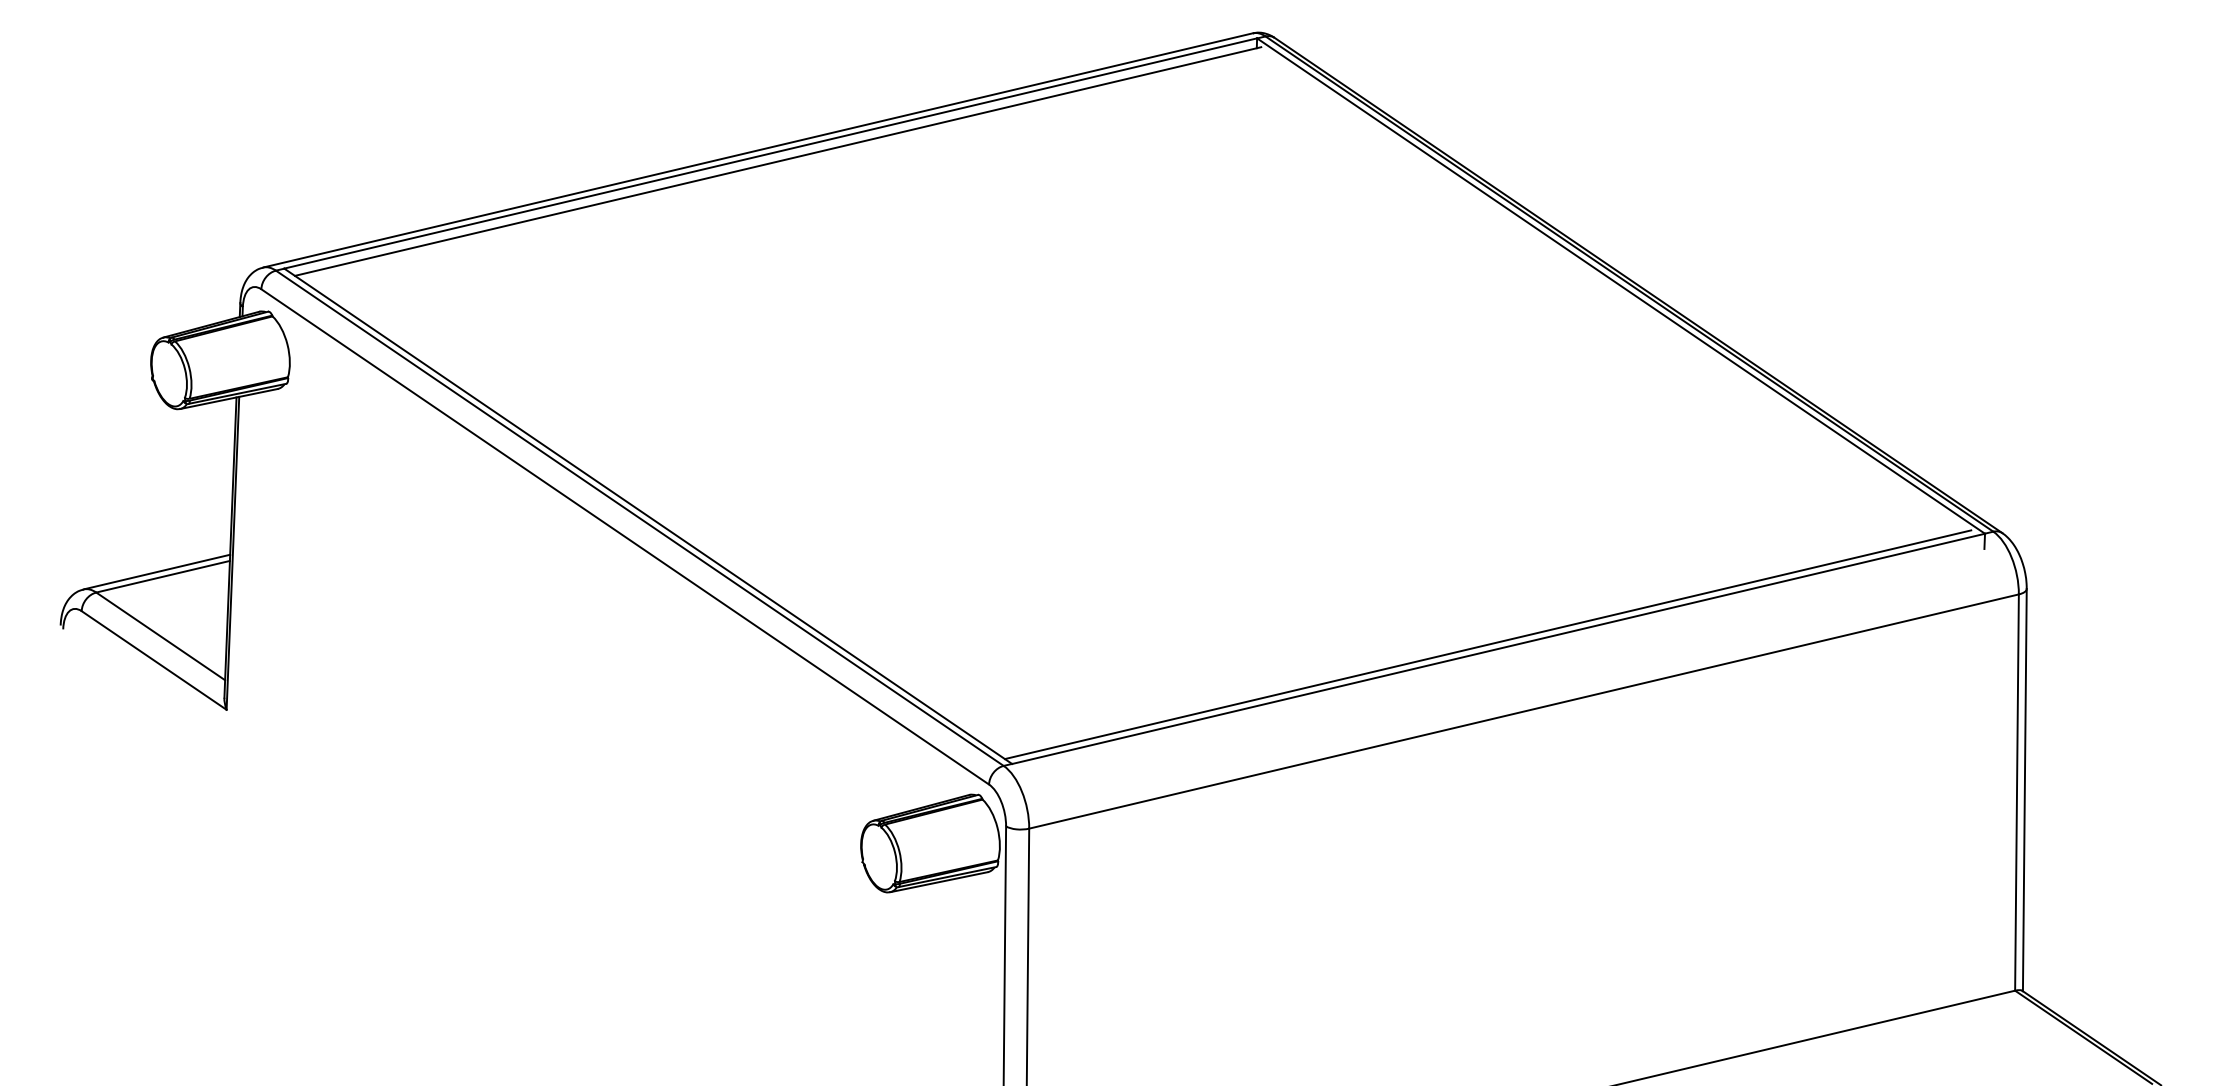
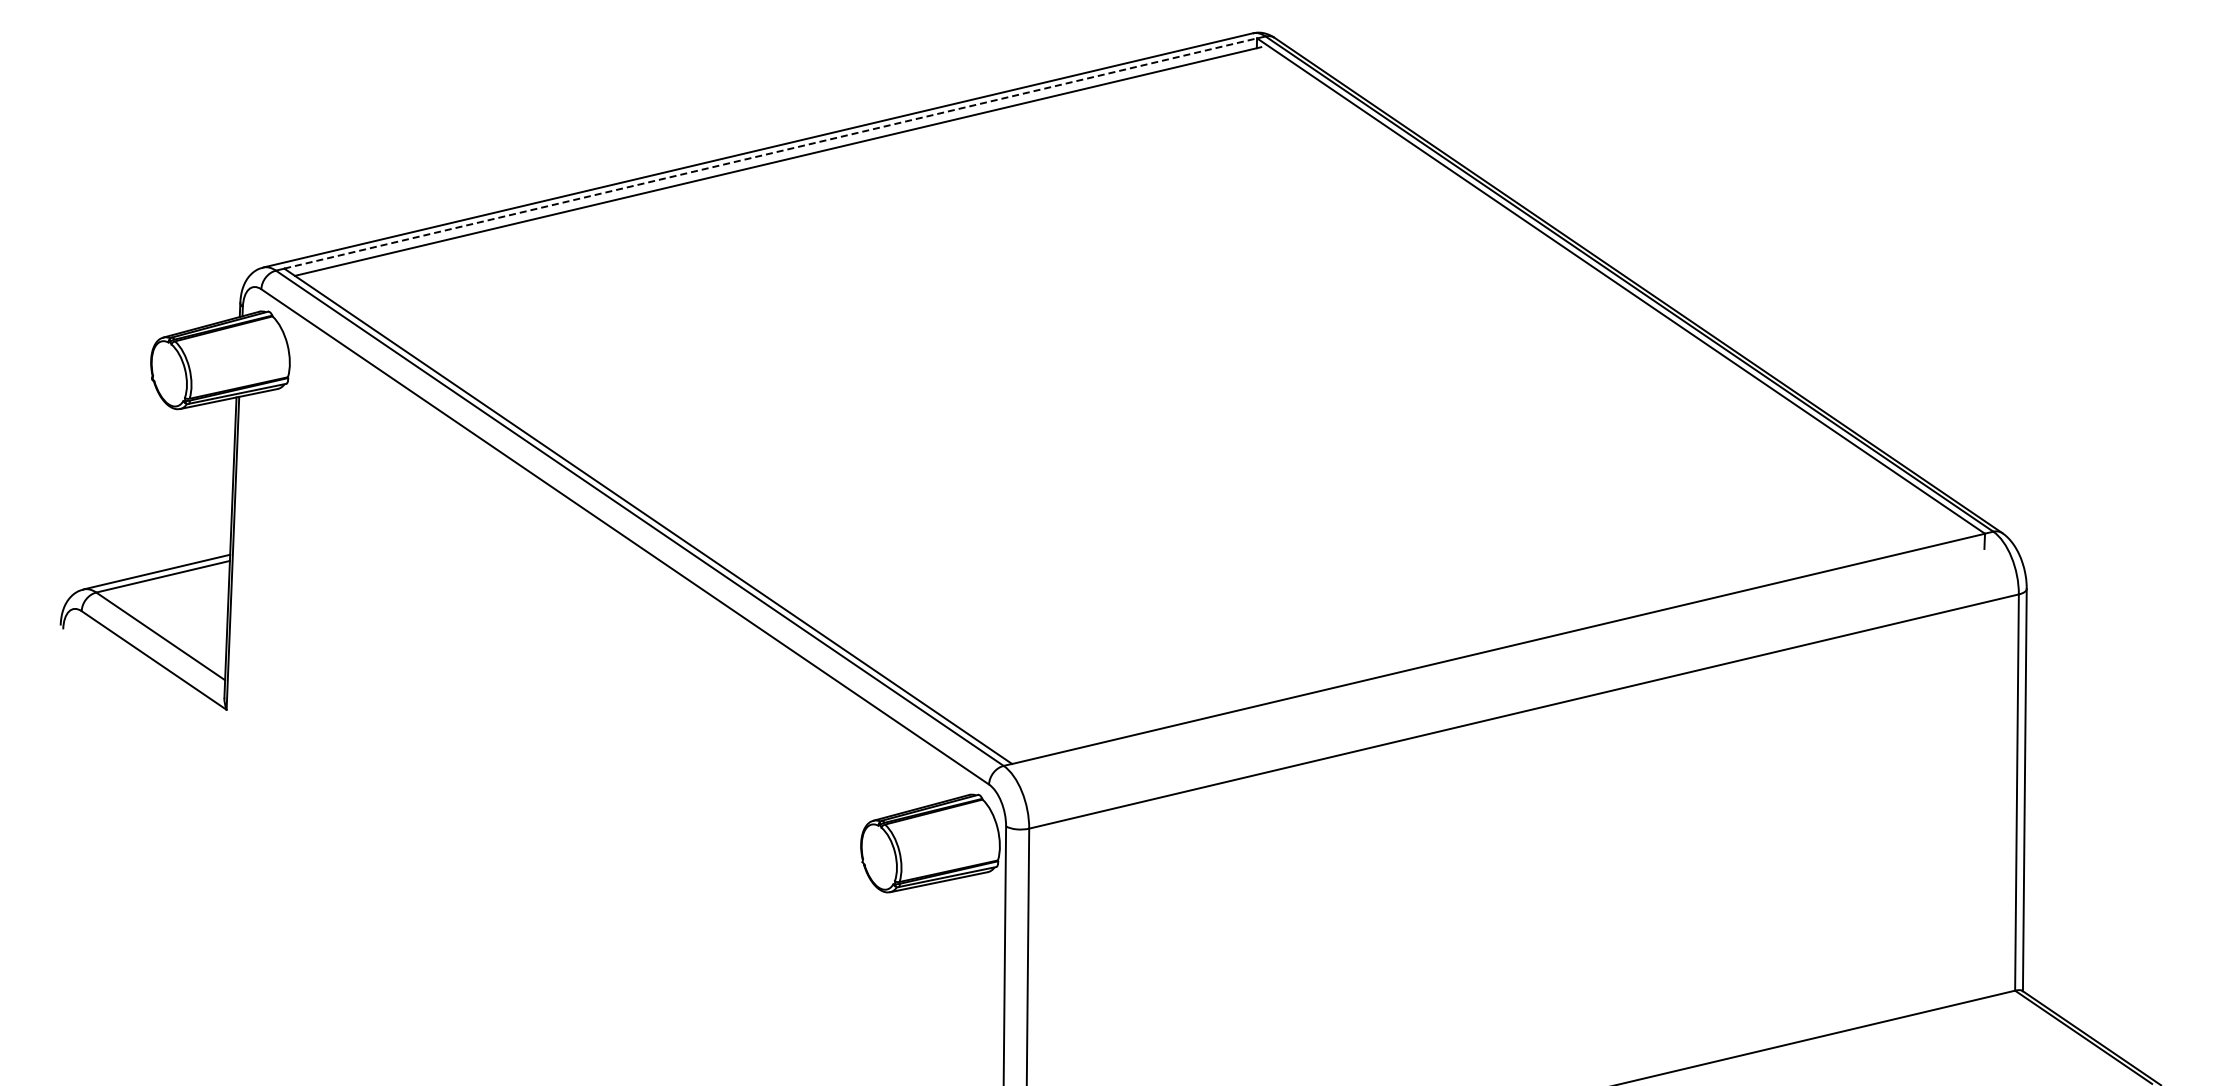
line at (770, 153): solid -> dashed
line at (1487, 644): present -> none
